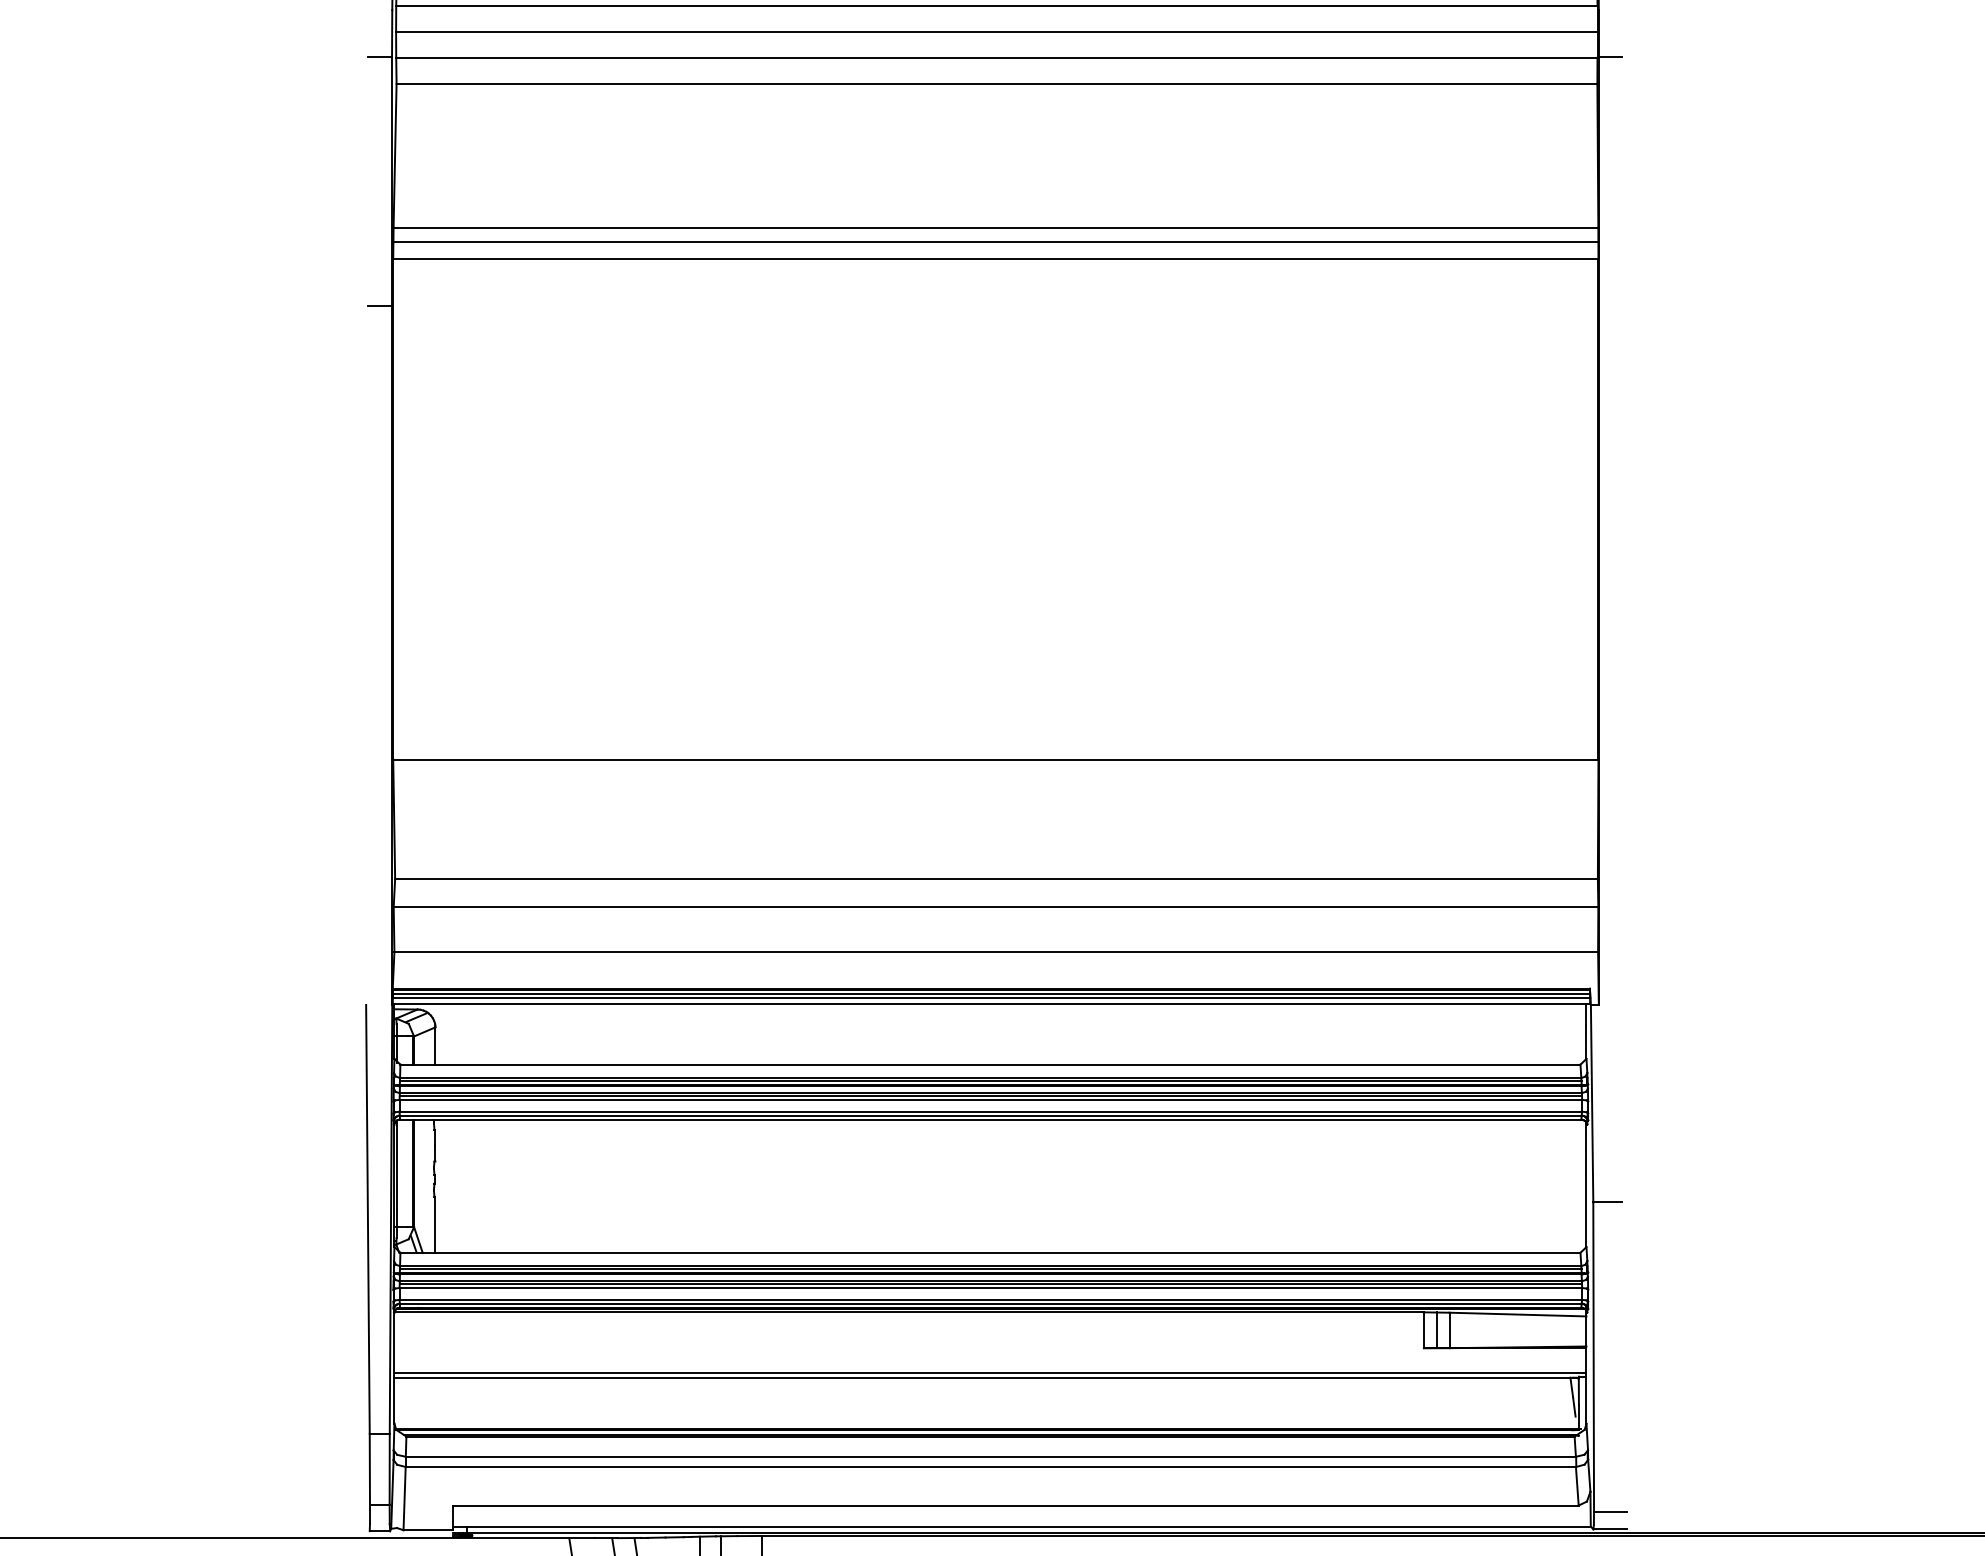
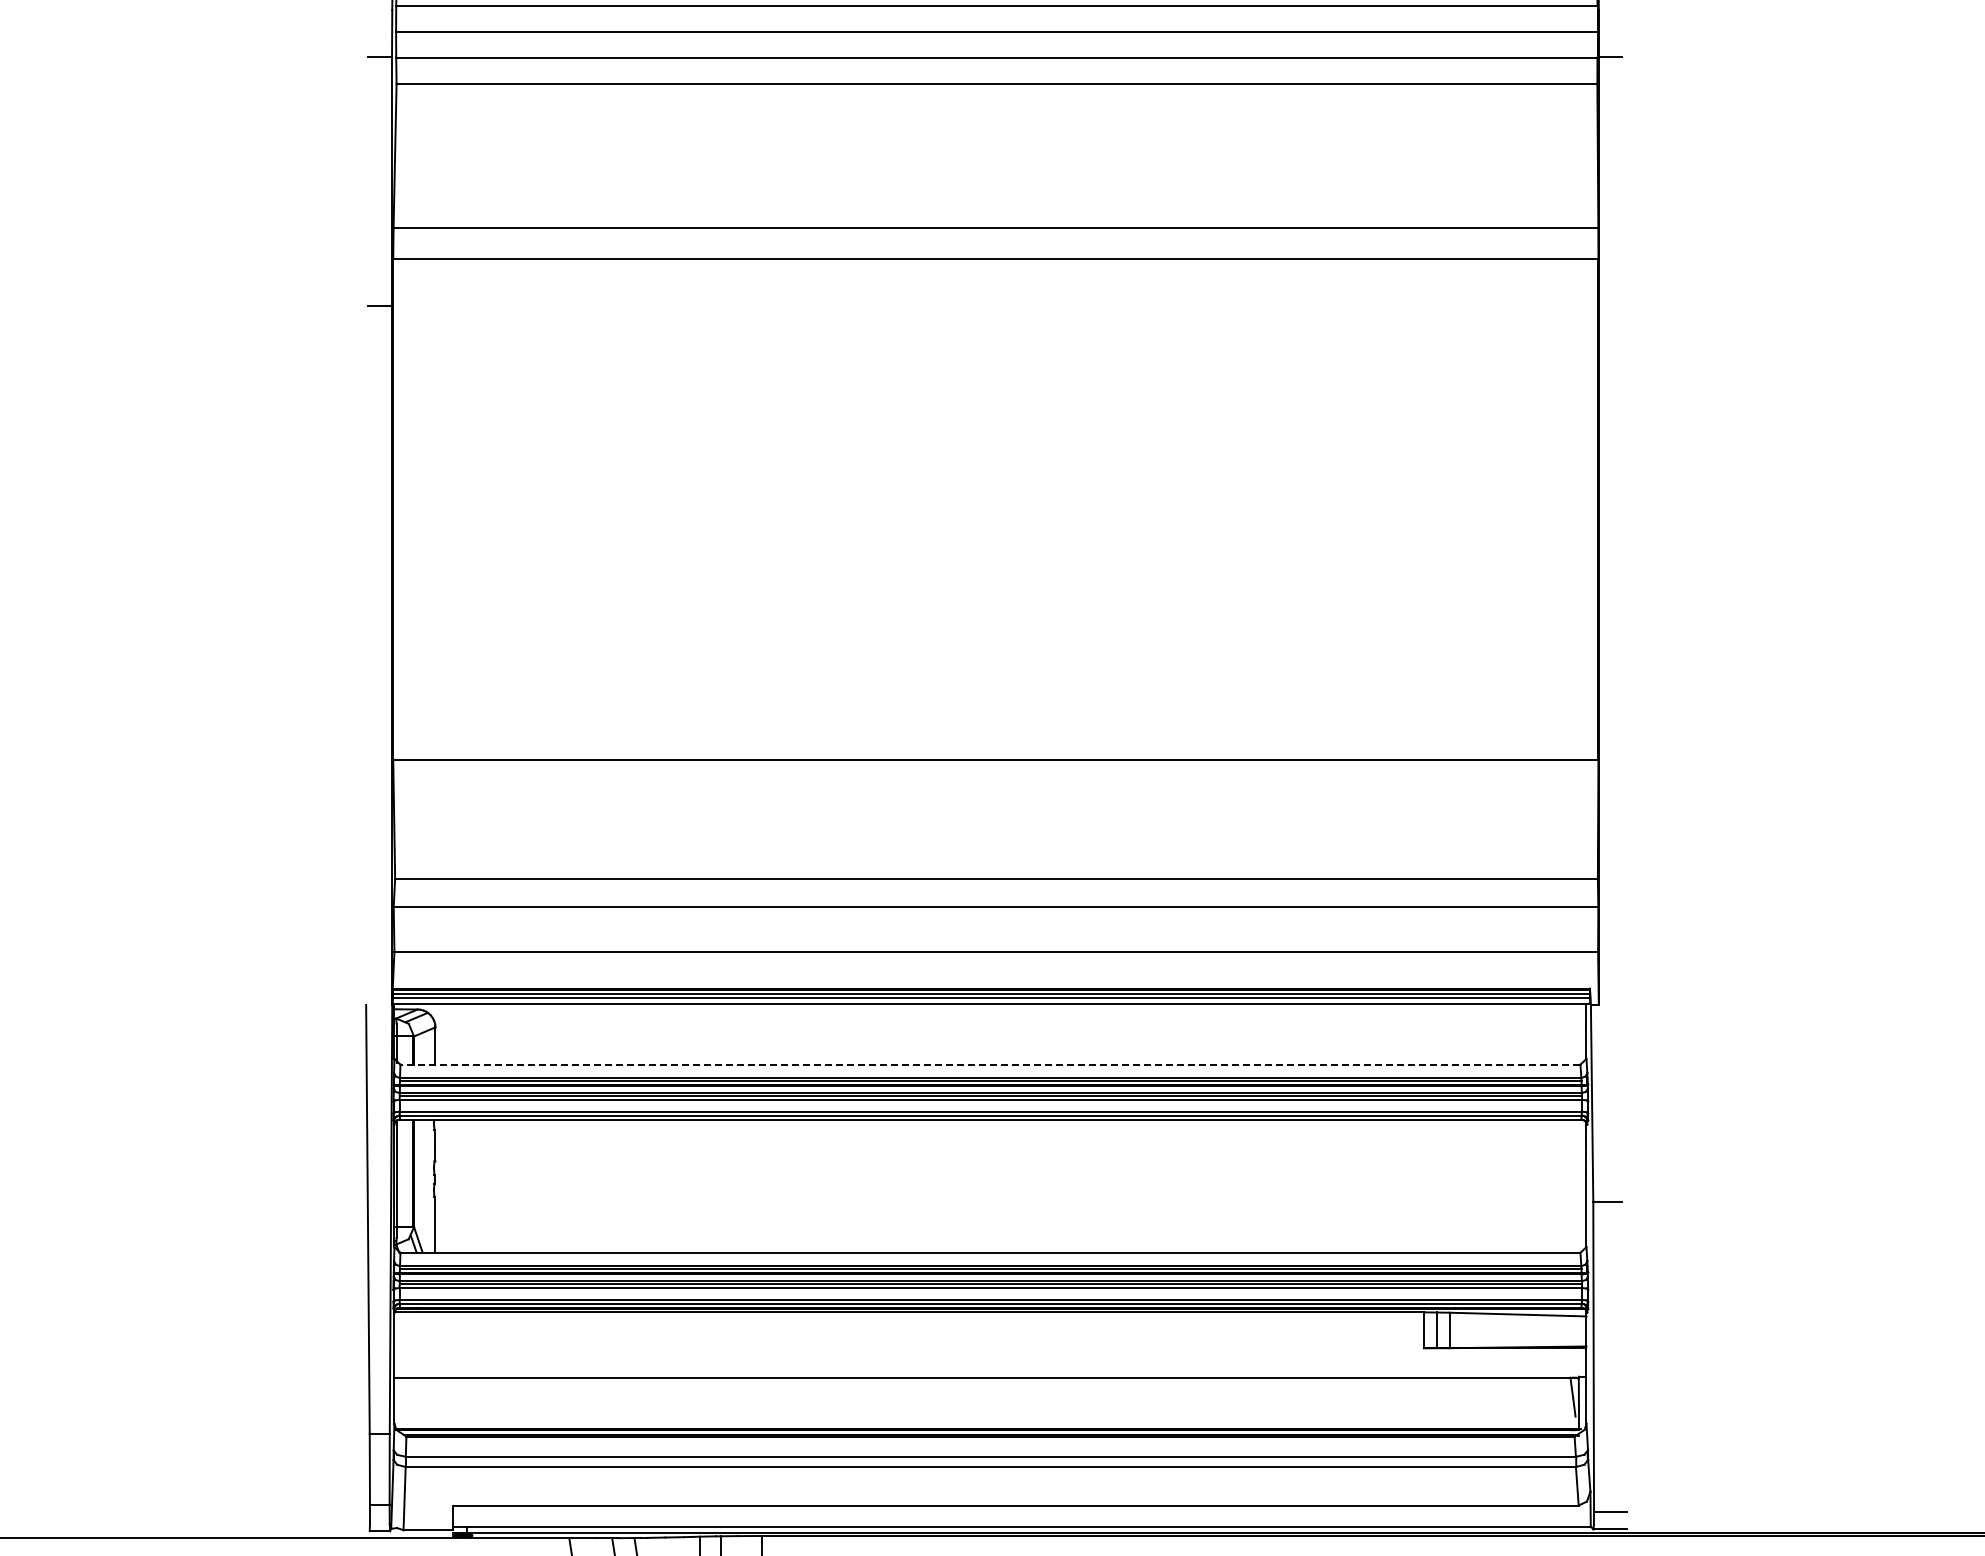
line at (995, 241): present -> none
line at (989, 1064): solid -> dashed
line at (990, 1372): present -> none
